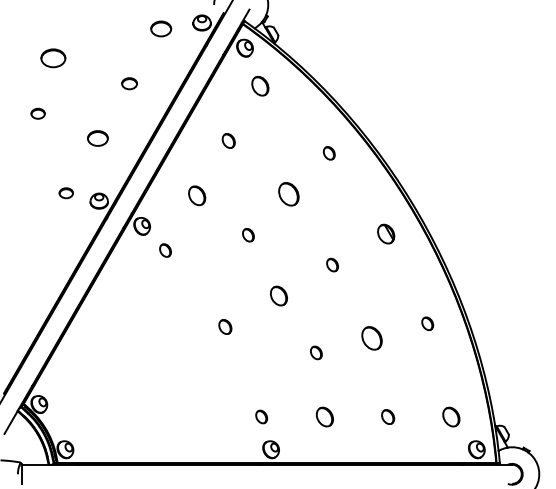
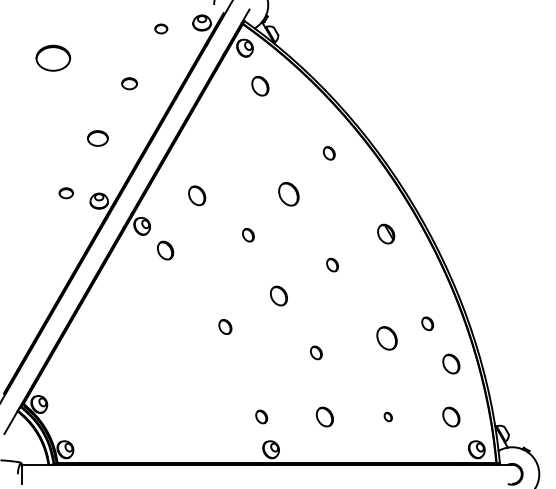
part at (161, 28) size: 23x18 px -> 15x12 px
part at (53, 58) size: 27x21 px -> 37x28 px
part at (37, 113): present -> none
part at (228, 140): present -> none
part at (165, 250) size: 13x15 px -> 18x21 px
part at (371, 338) position: (371, 338) -> (386, 338)
part at (451, 363): none -> present
part at (388, 416) size: 15x16 px -> 10x12 px
